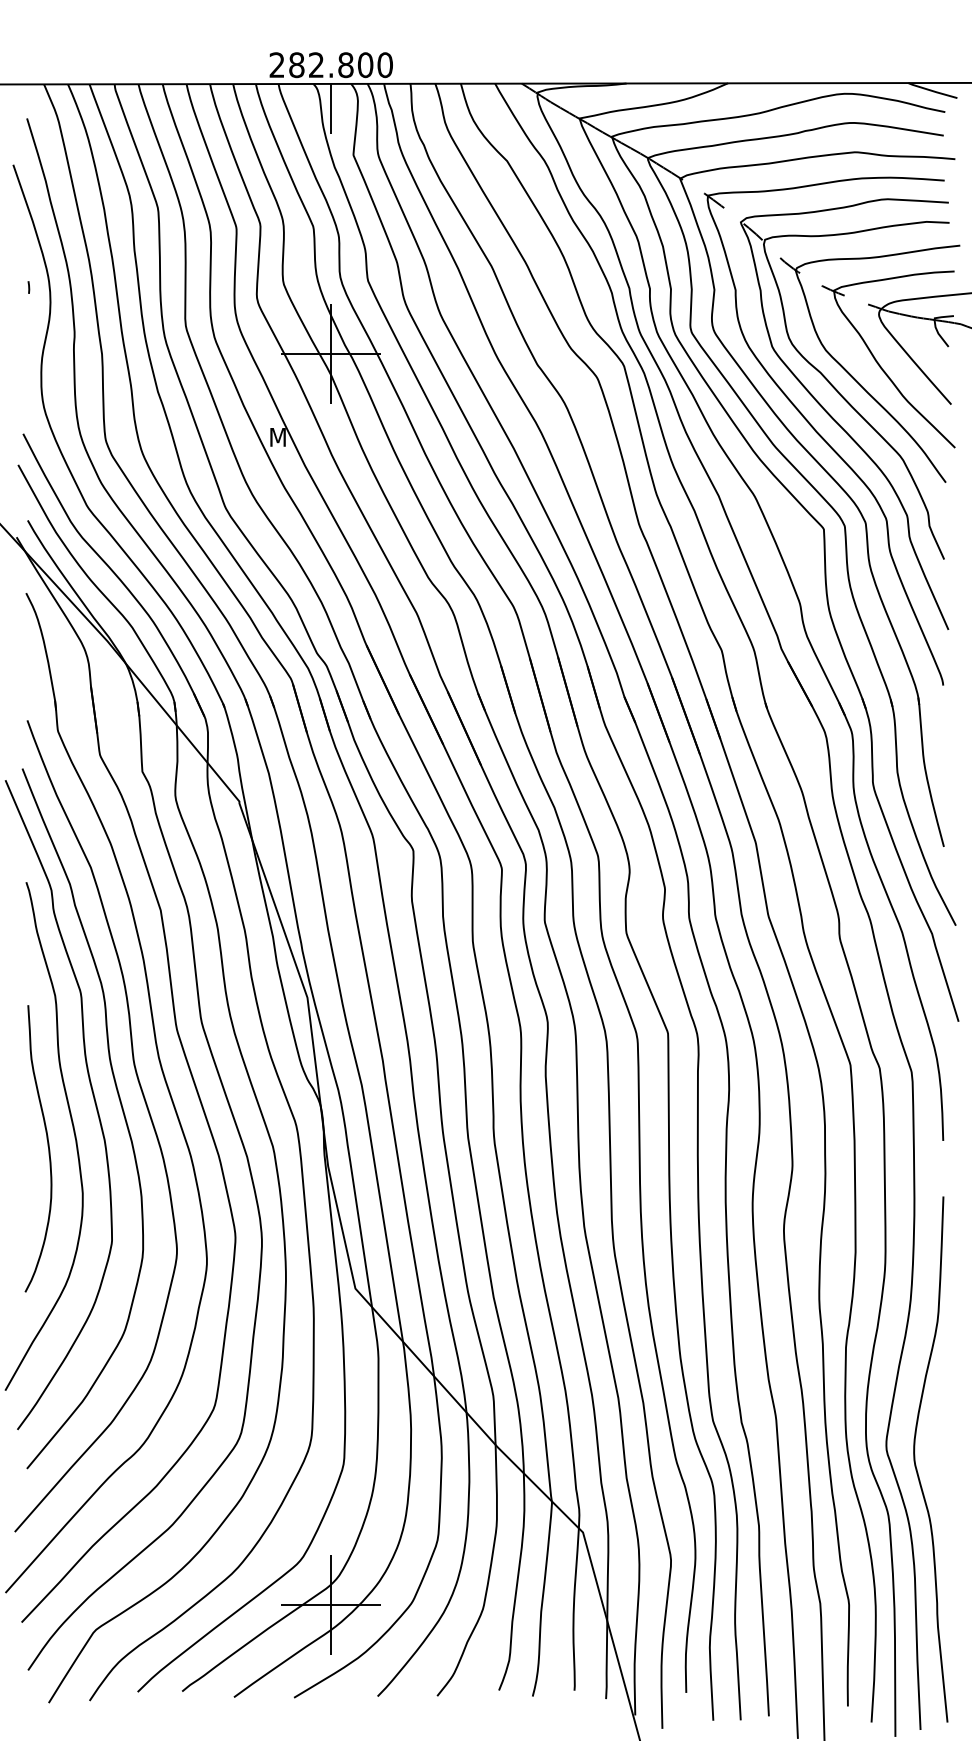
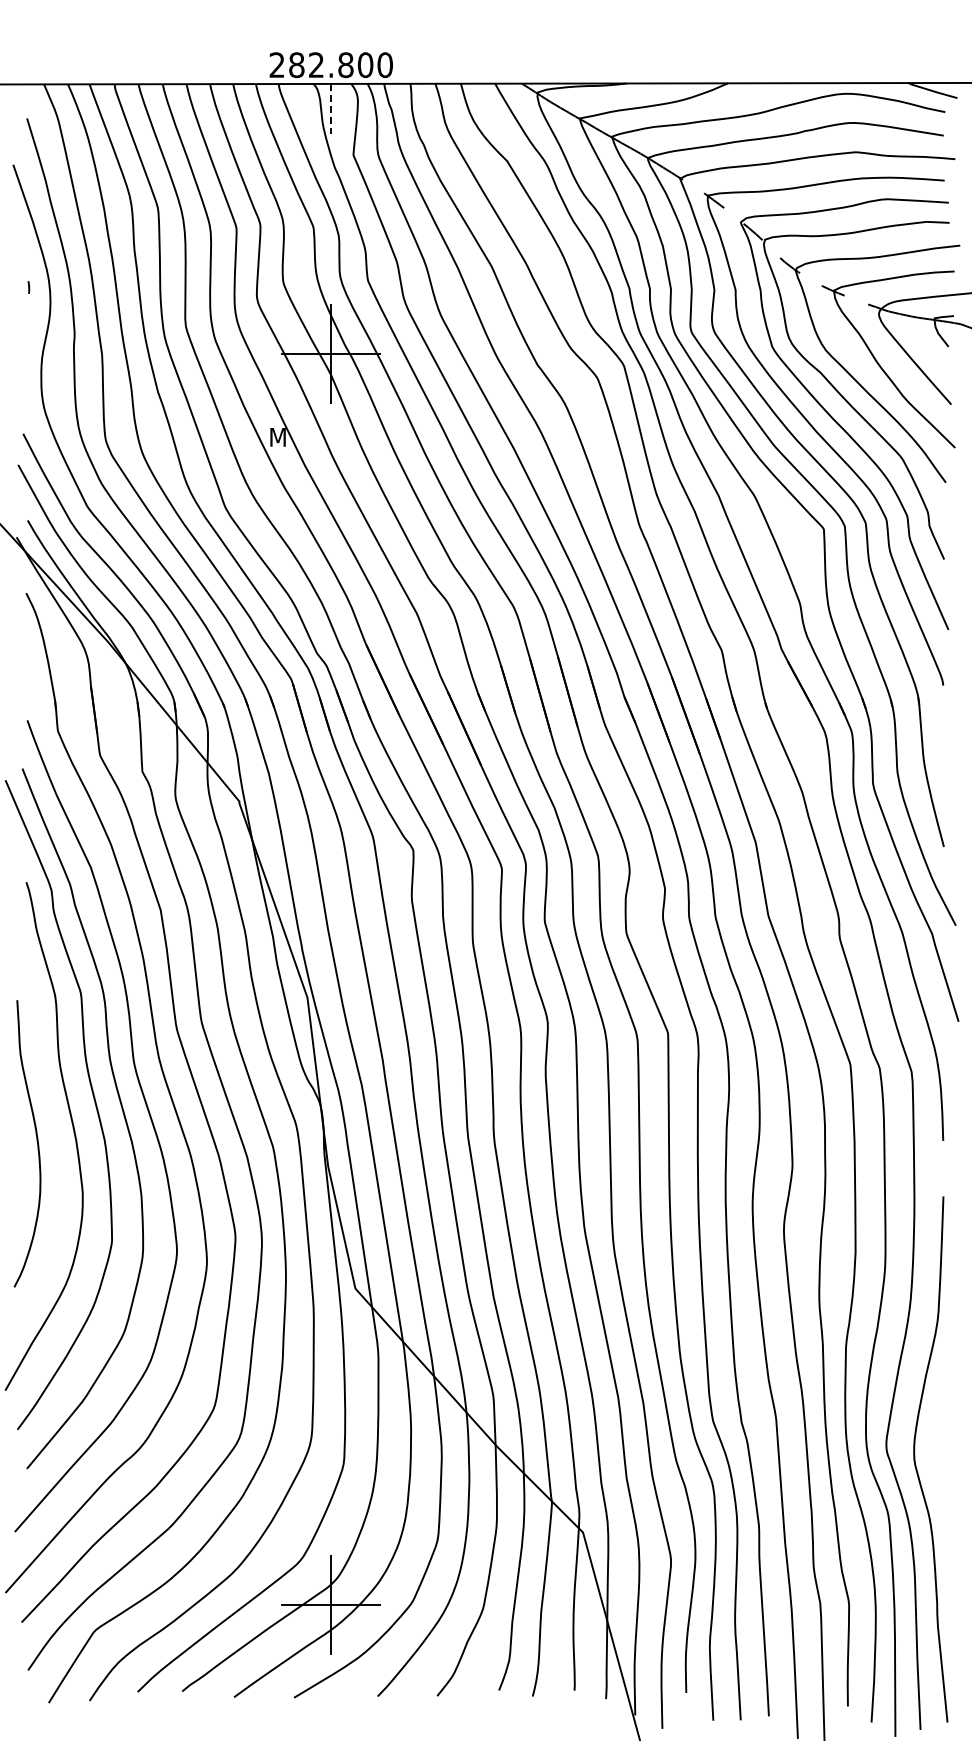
line at (331, 109): solid -> dashed
curve at (47, 1146) position: (47, 1146) -> (36, 1141)
